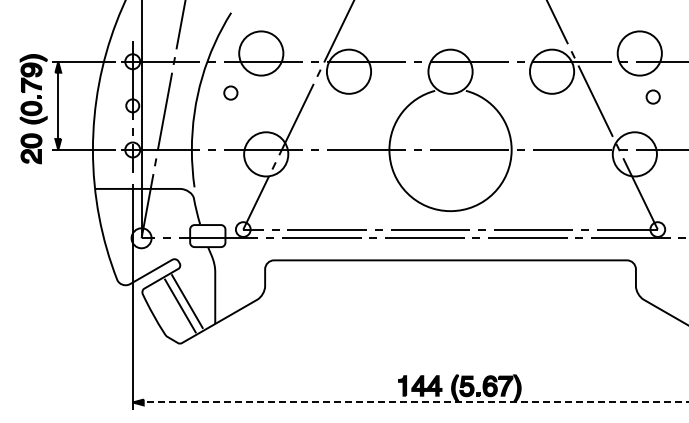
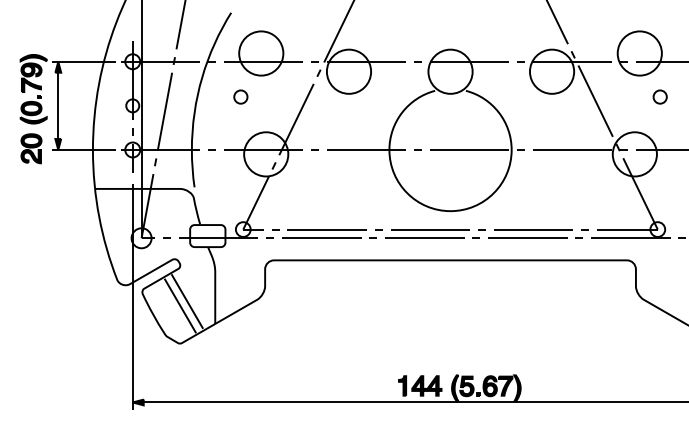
part at (230, 92) position: (230, 92) -> (240, 96)
part at (652, 96) position: (652, 96) -> (659, 96)
line at (414, 402): dashed -> solid
